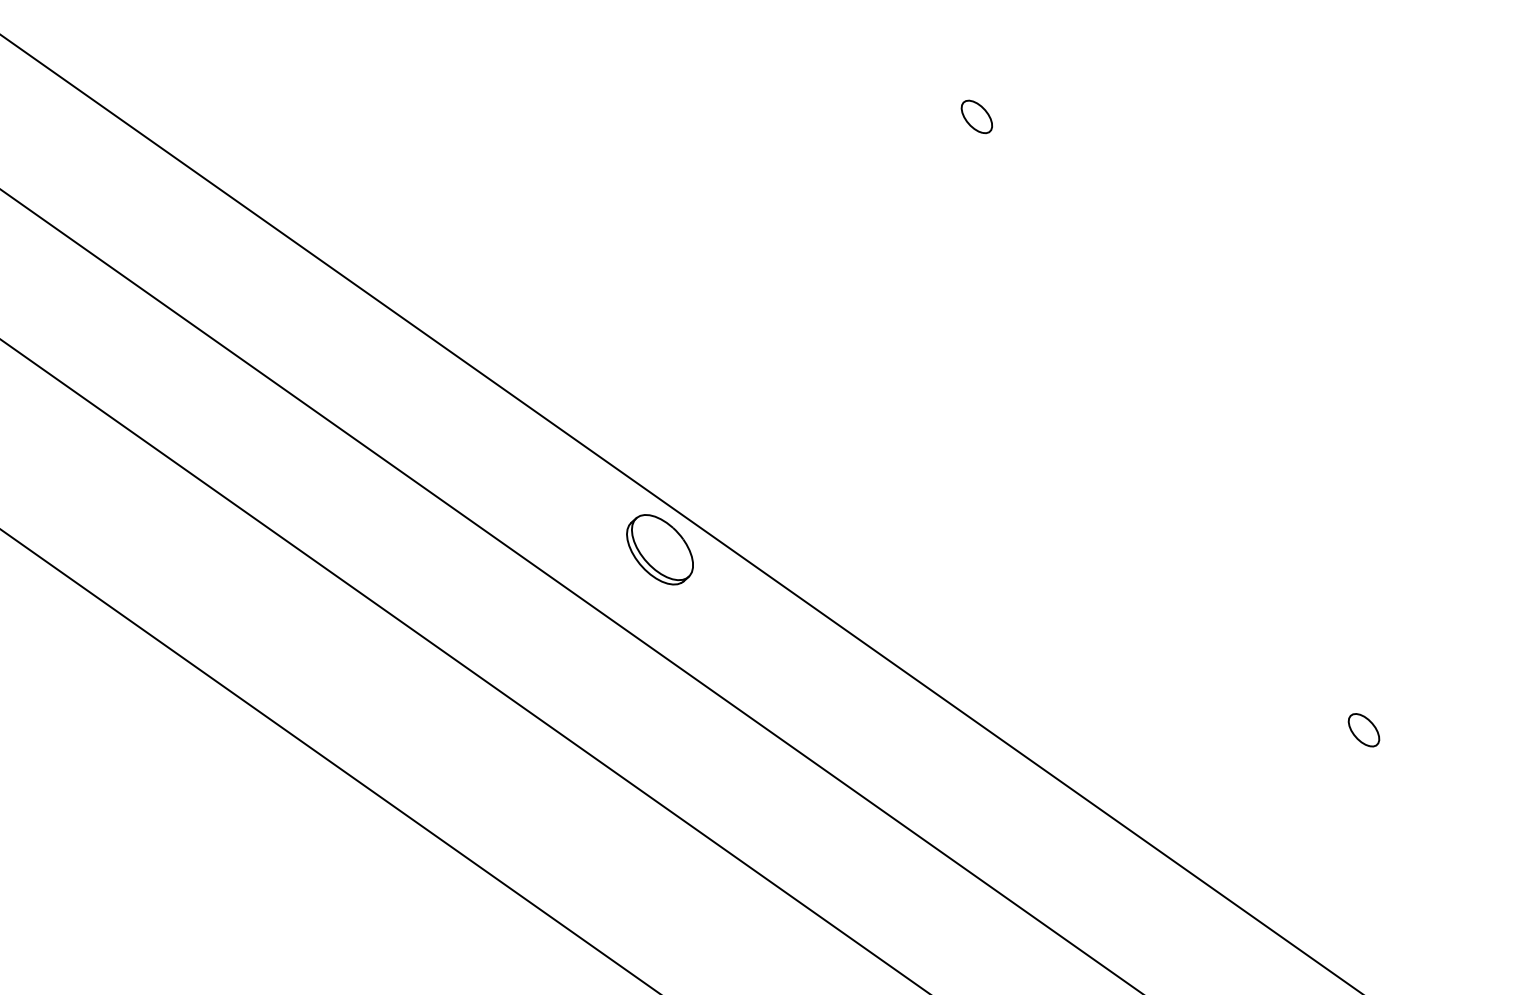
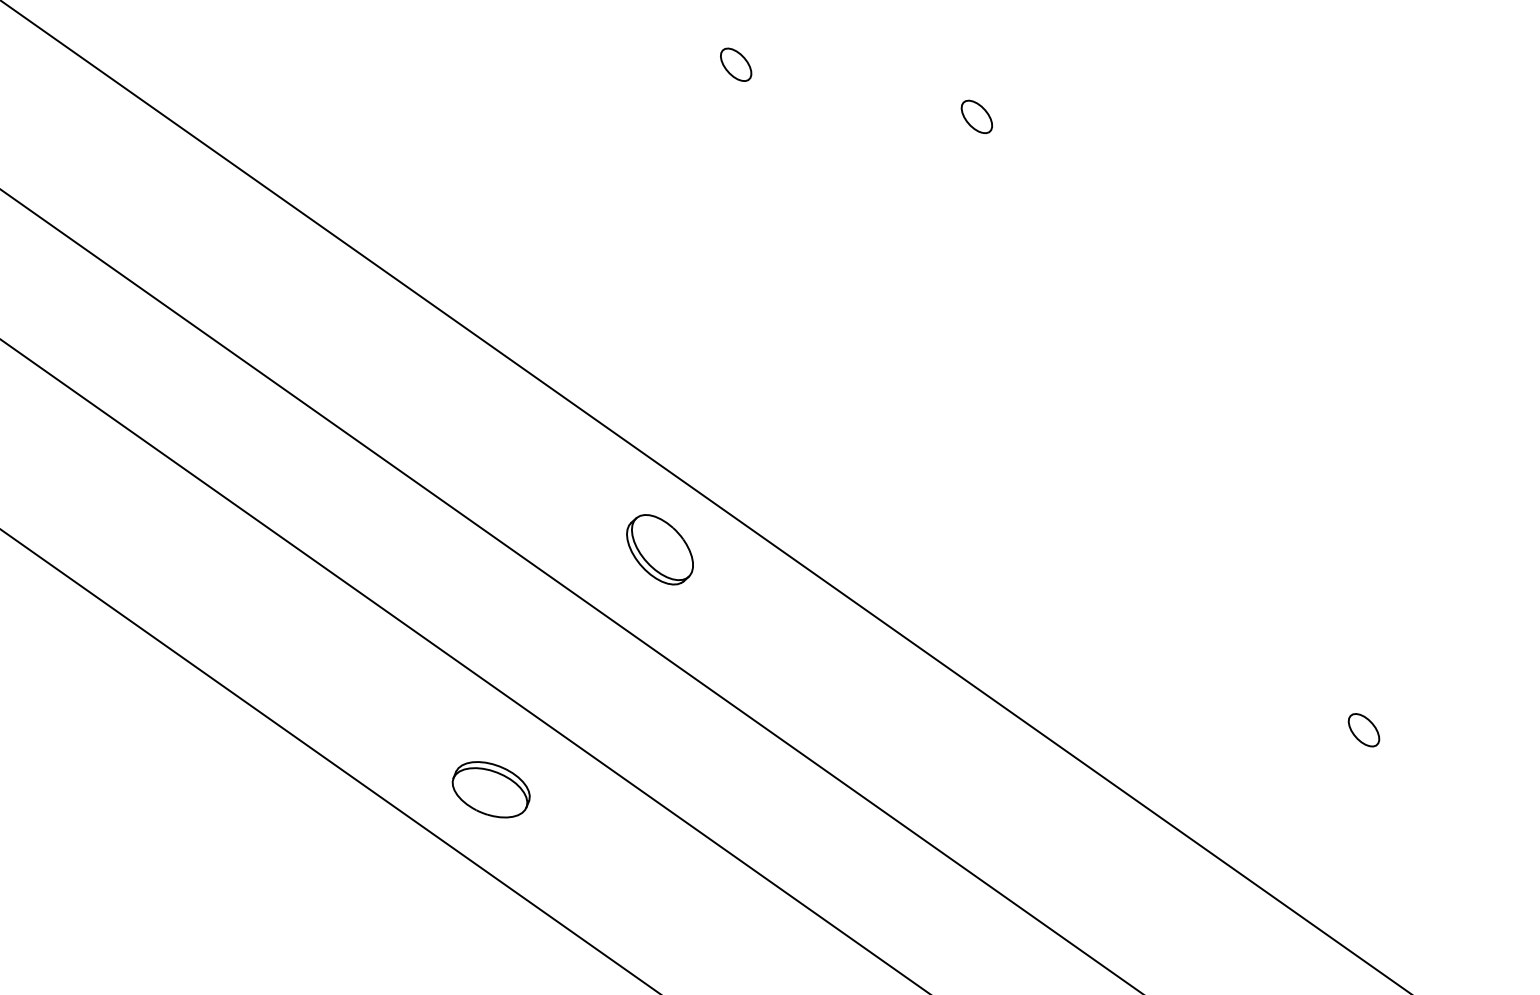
part at (736, 64): none -> present
line at (680, 513) position: (680, 513) -> (704, 496)
part at (490, 789): none -> present
